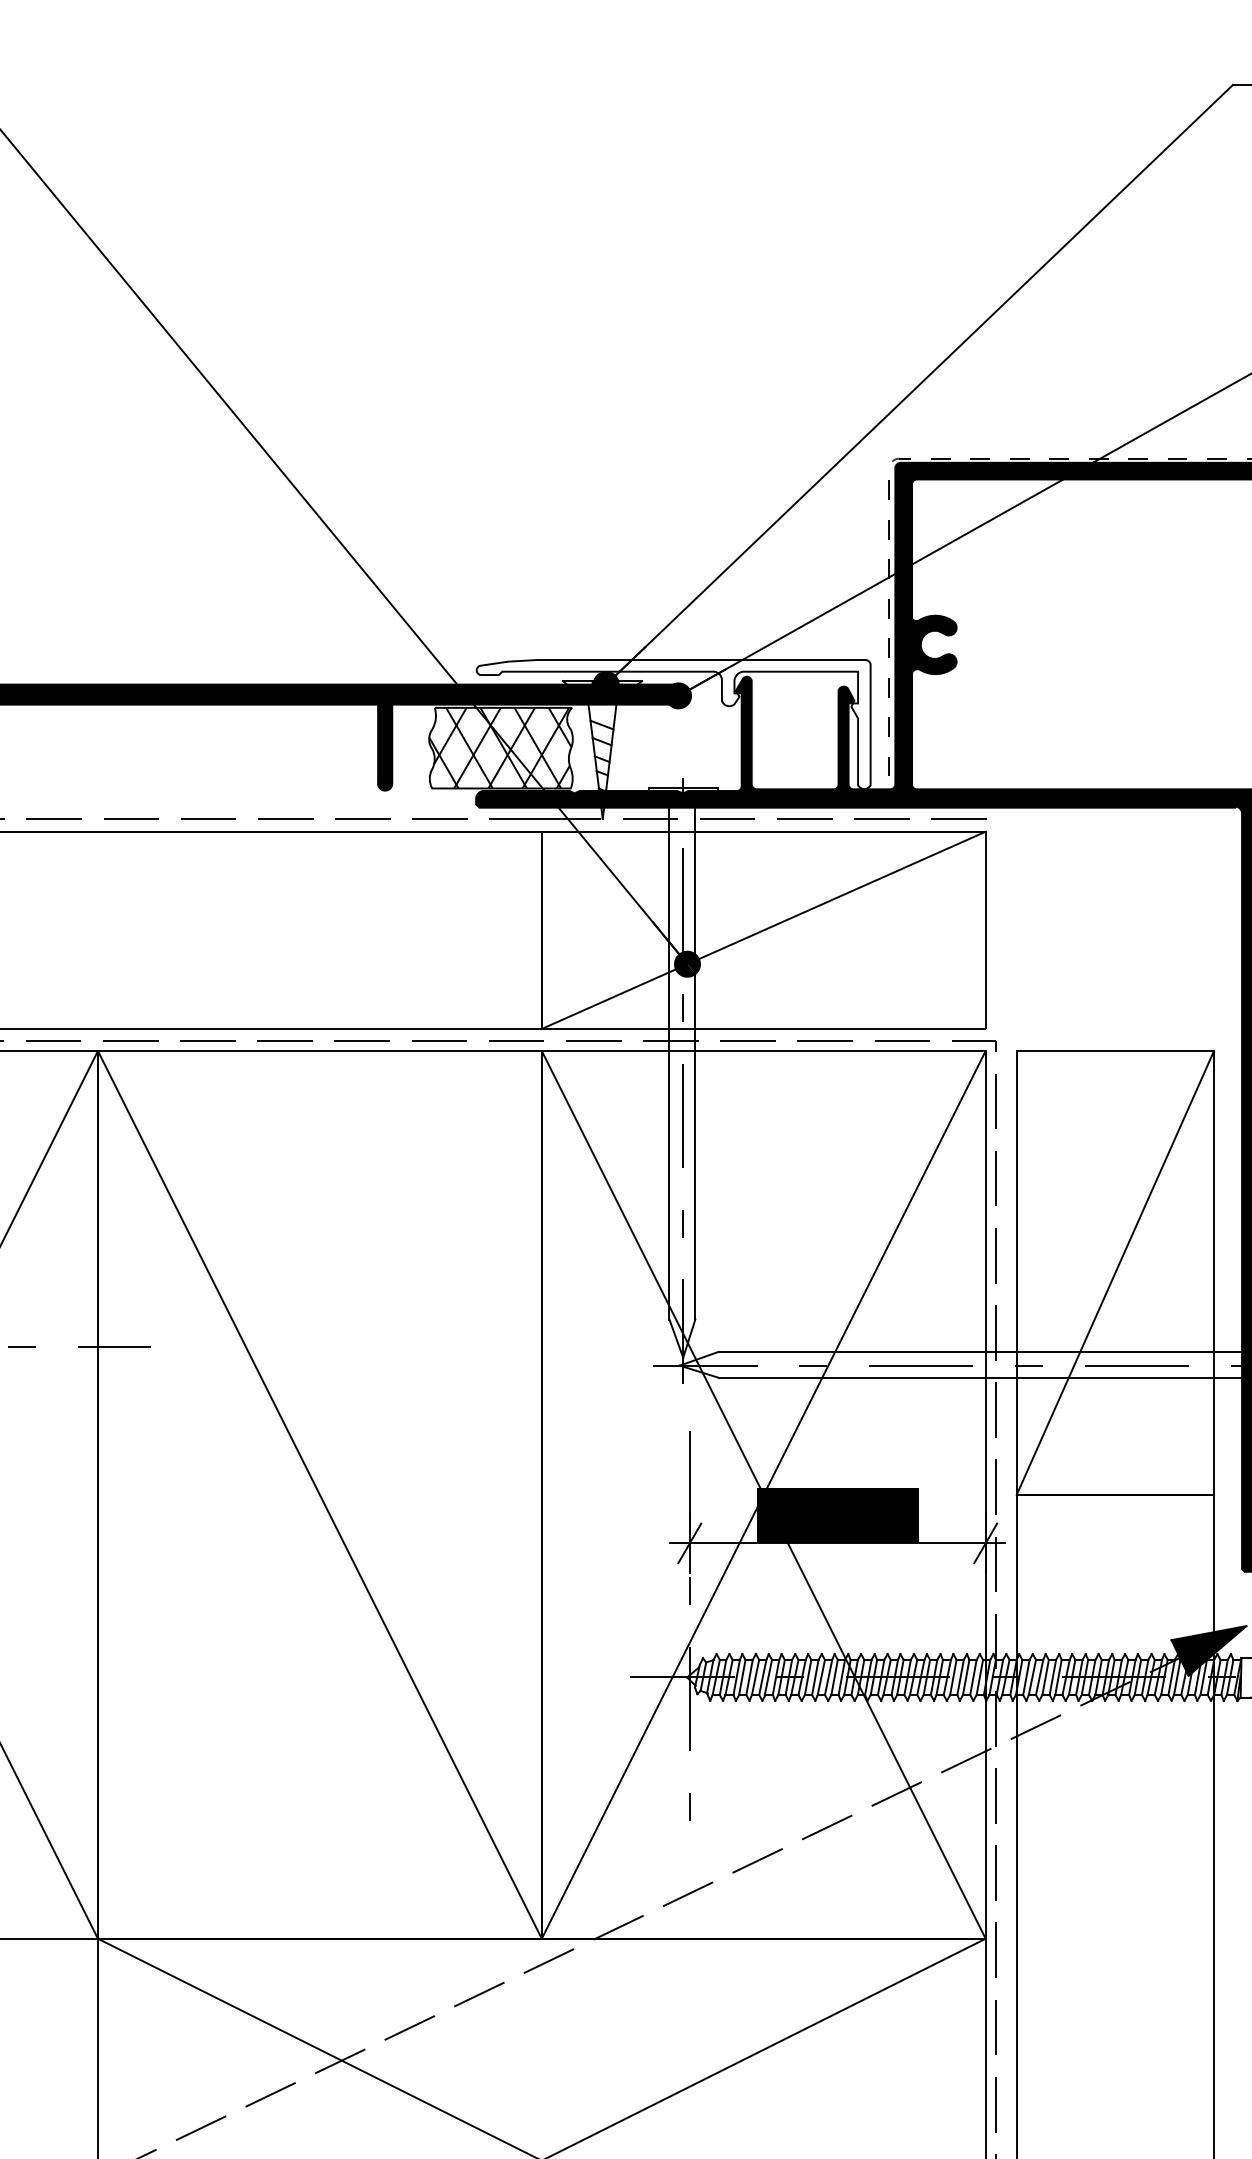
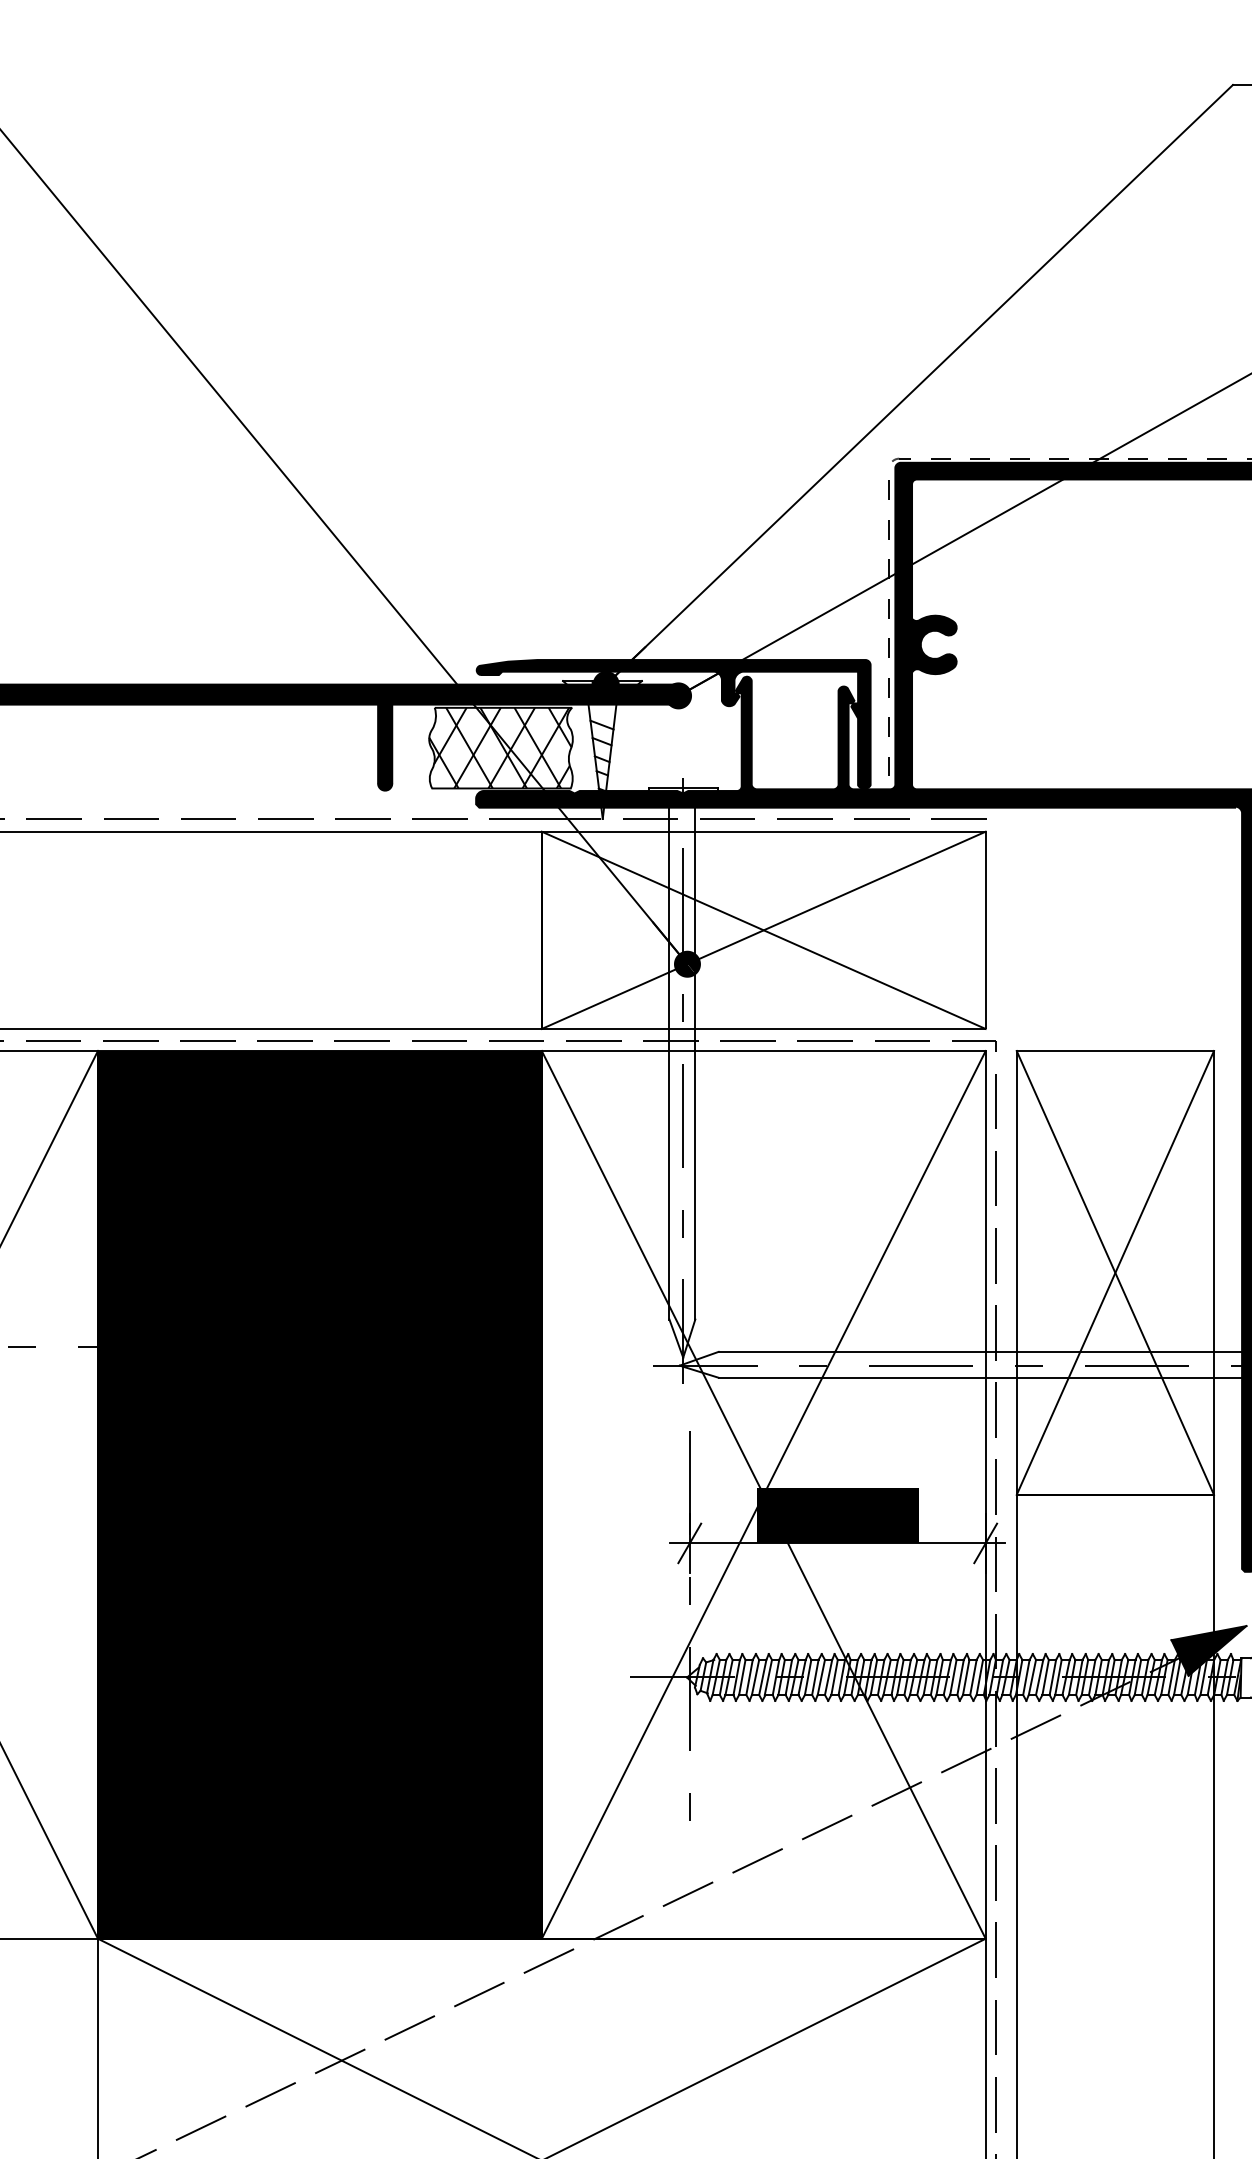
fill at (673, 724): none -> present
line at (763, 929): none -> present
line at (1115, 1272): none -> present
fill at (319, 1494): none -> present
